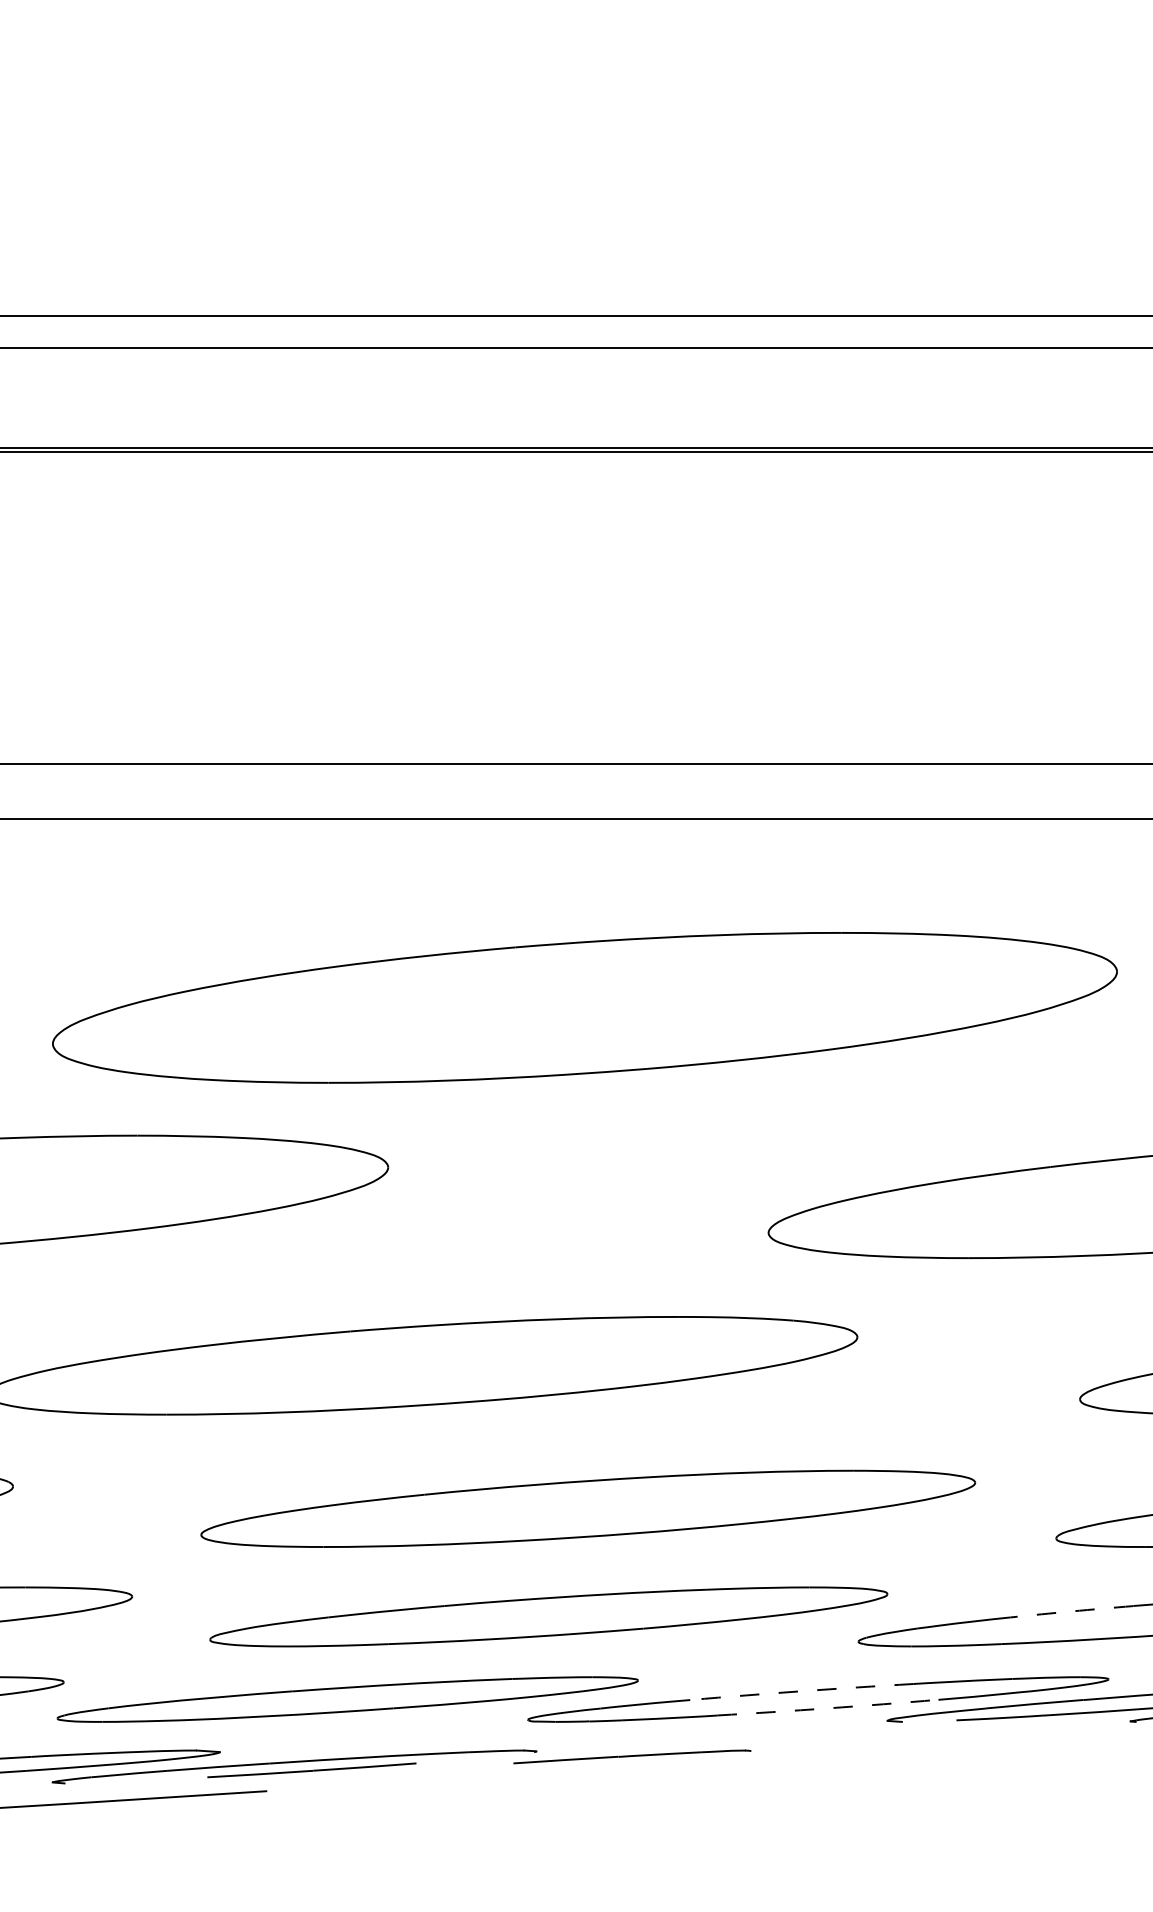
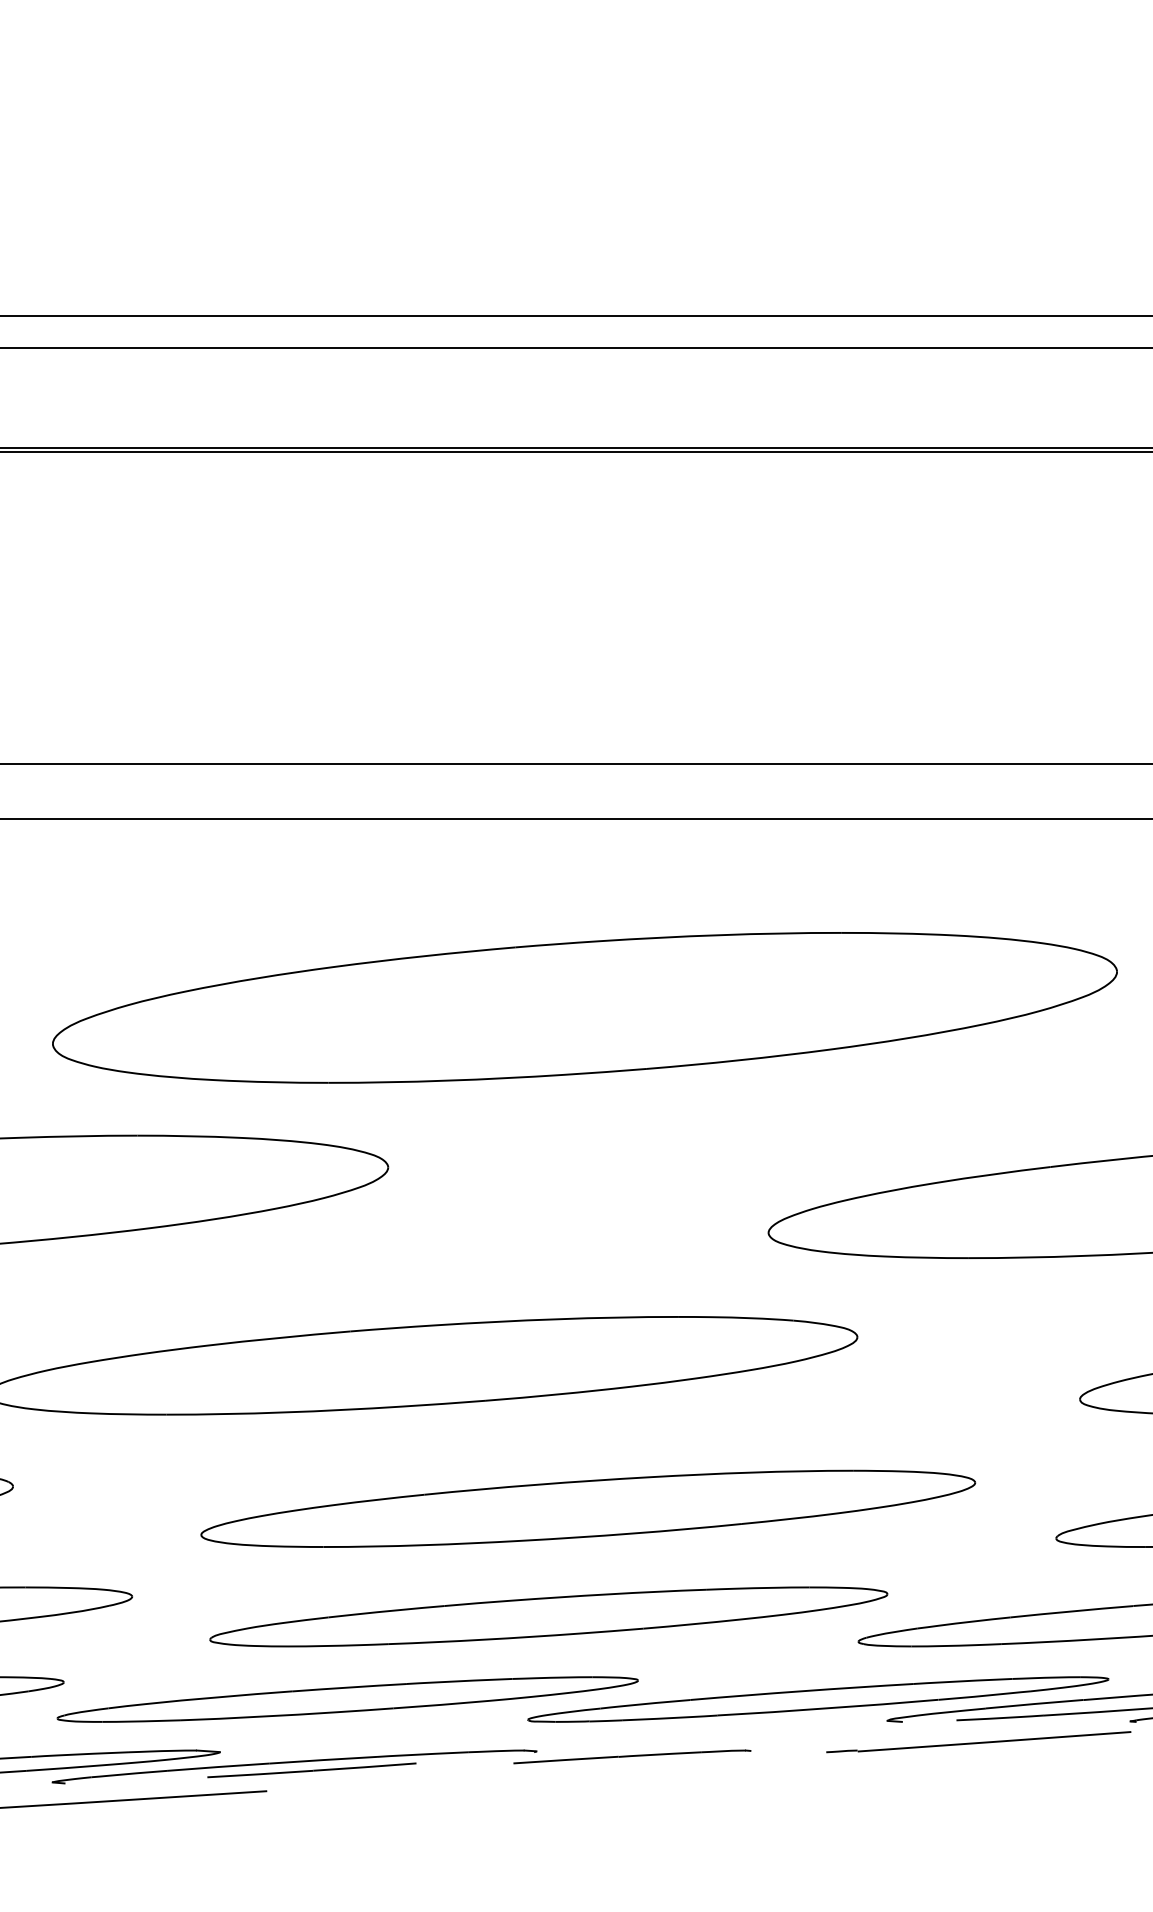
arc at (1071, 1611): dashed -> solid
arc at (801, 1691): dashed -> solid
arc at (828, 1708): dashed -> solid
part at (978, 1742): none -> present
